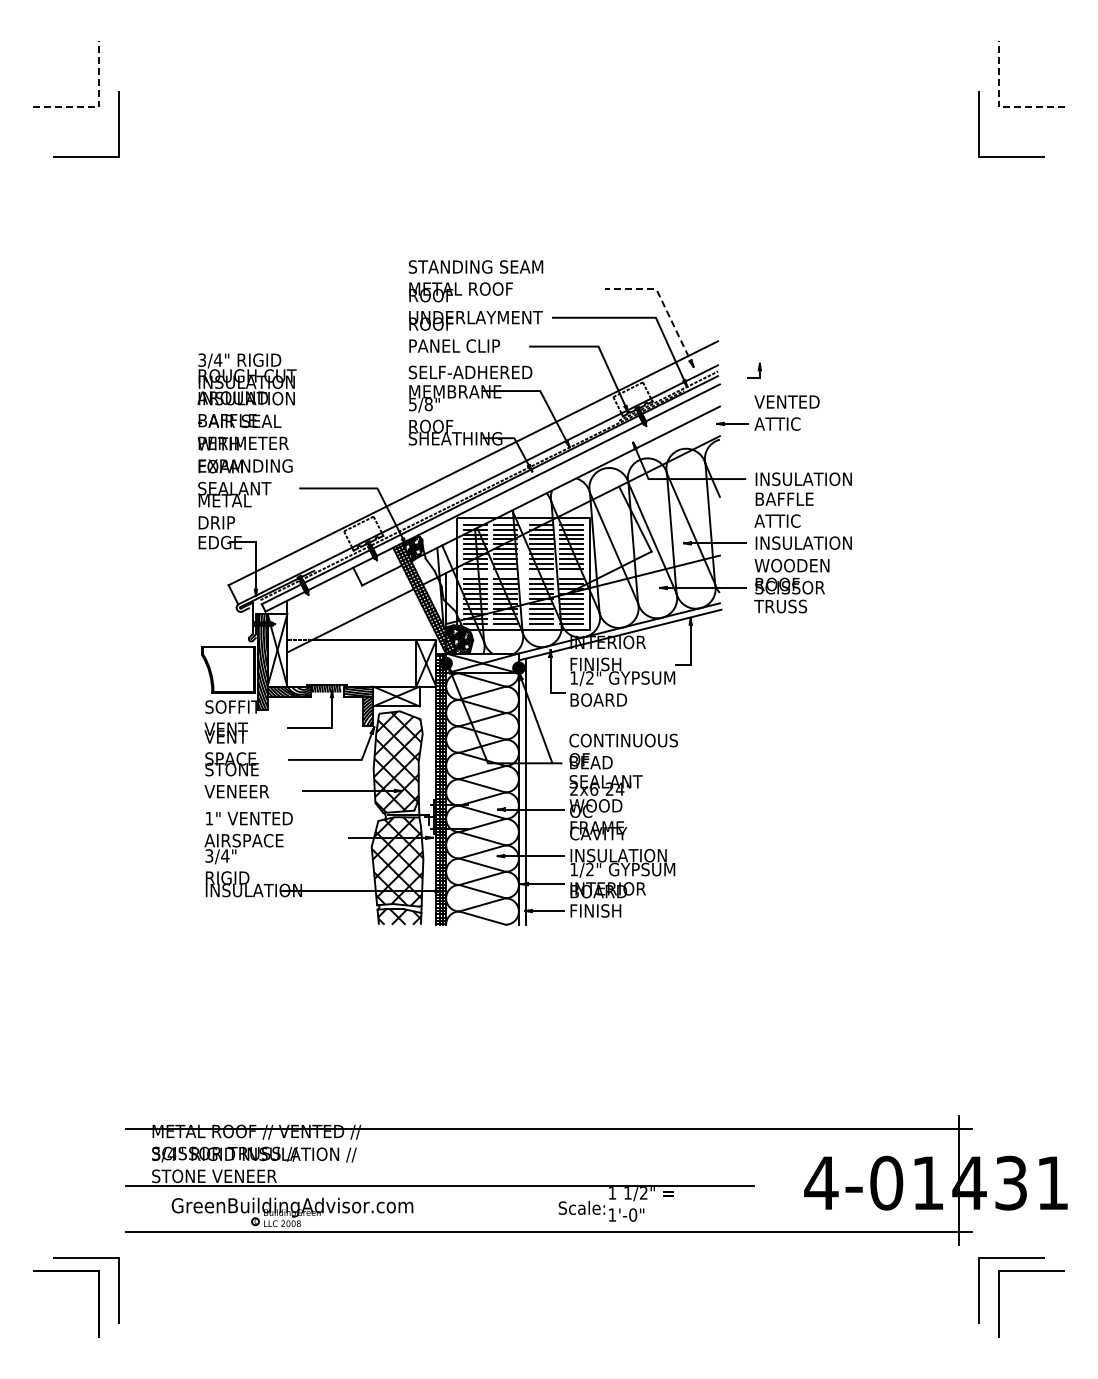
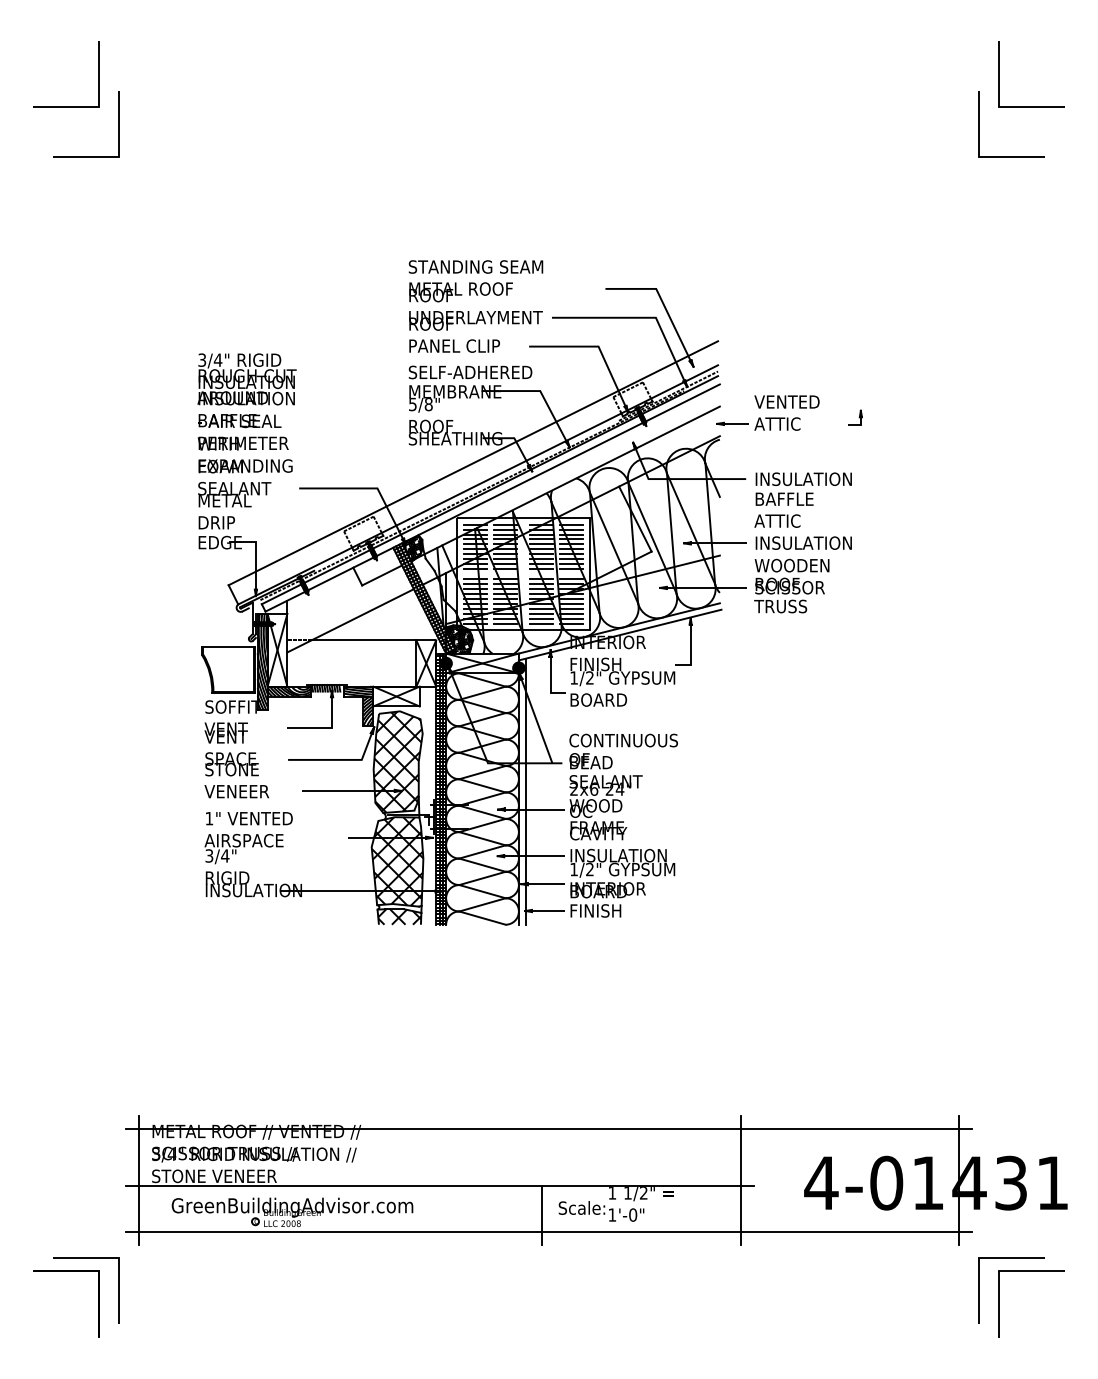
line at (99, 107): dashed -> solid
line at (998, 107): dashed -> solid
line at (663, 304): dashed -> solid
part at (754, 370) position: (754, 370) -> (855, 417)
line at (138, 1180): none -> present
line at (740, 1180): none -> present
line at (541, 1215): none -> present
